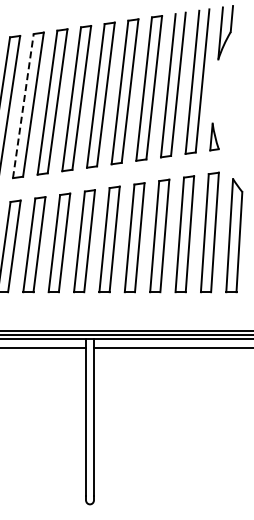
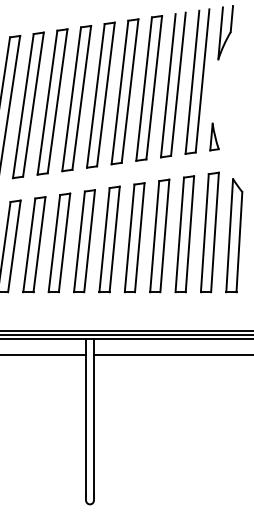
line at (23, 106): dashed -> solid
line at (44, 347) position: (44, 347) -> (44, 354)
line at (171, 347) position: (171, 347) -> (171, 354)
